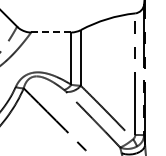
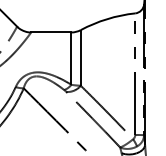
line at (50, 32): dashed -> solid
